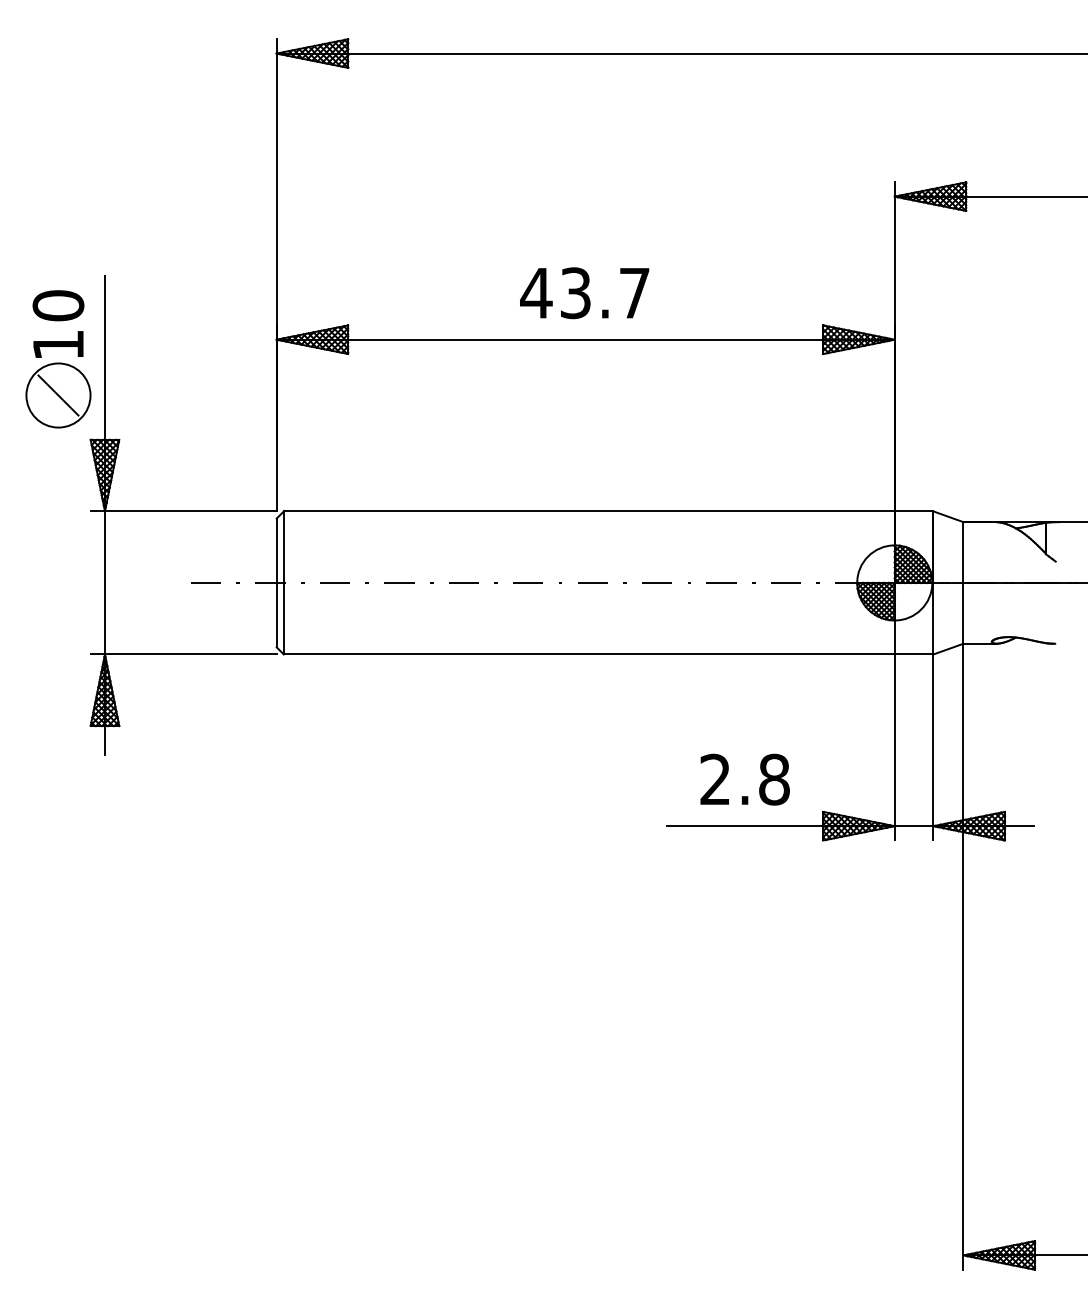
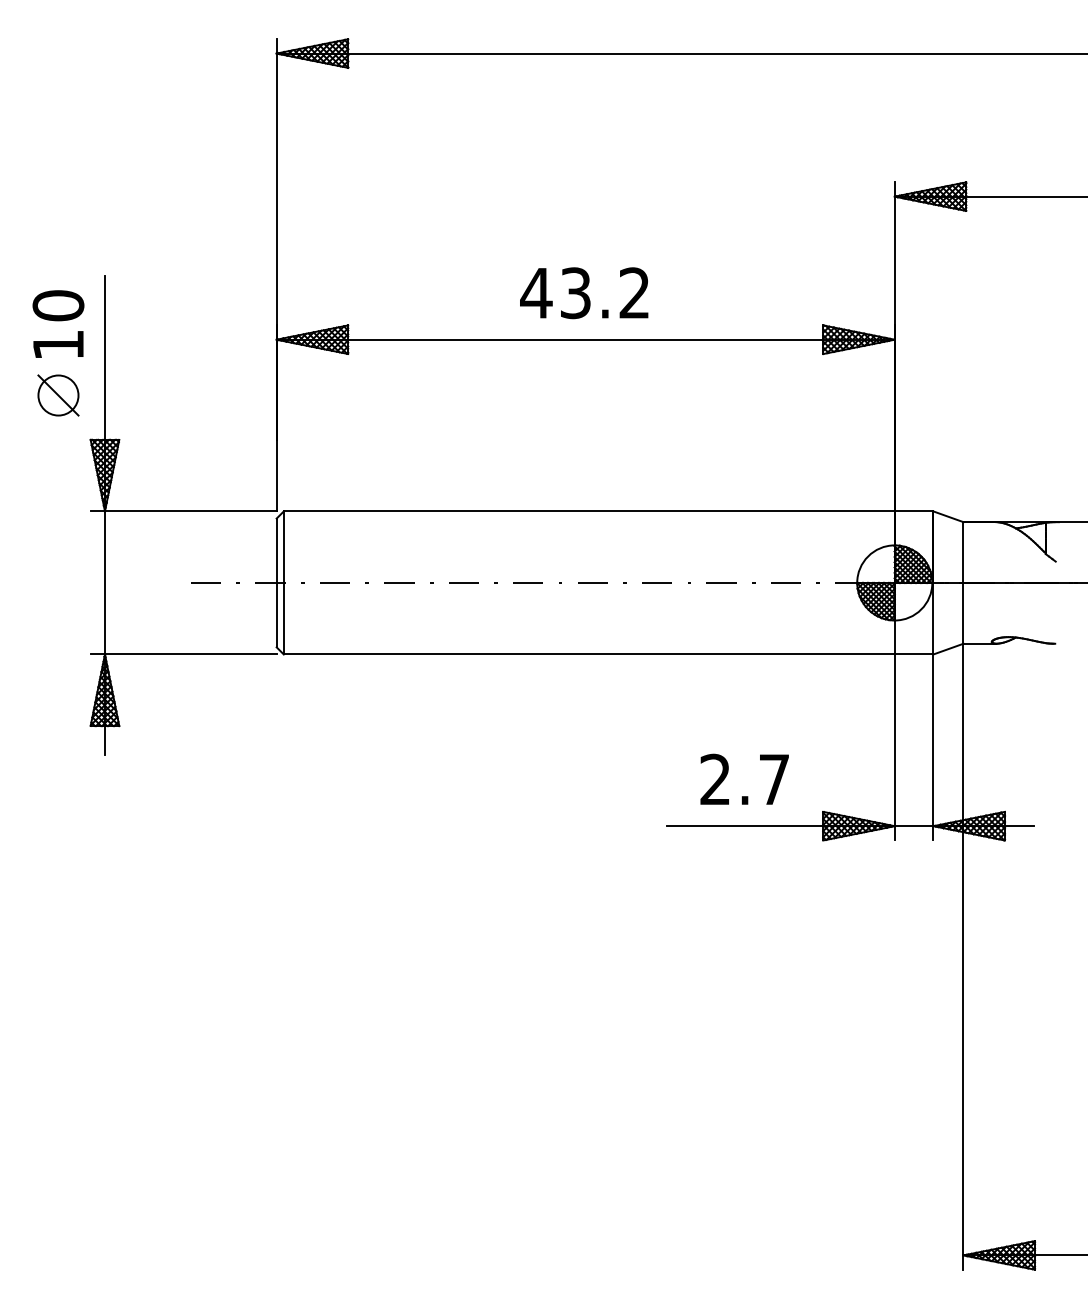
text at (634, 292): 43.7 -> 43.2
circle at (58, 395) diameter: 64 px -> 40 px
text at (774, 779): 2.8 -> 2.7
